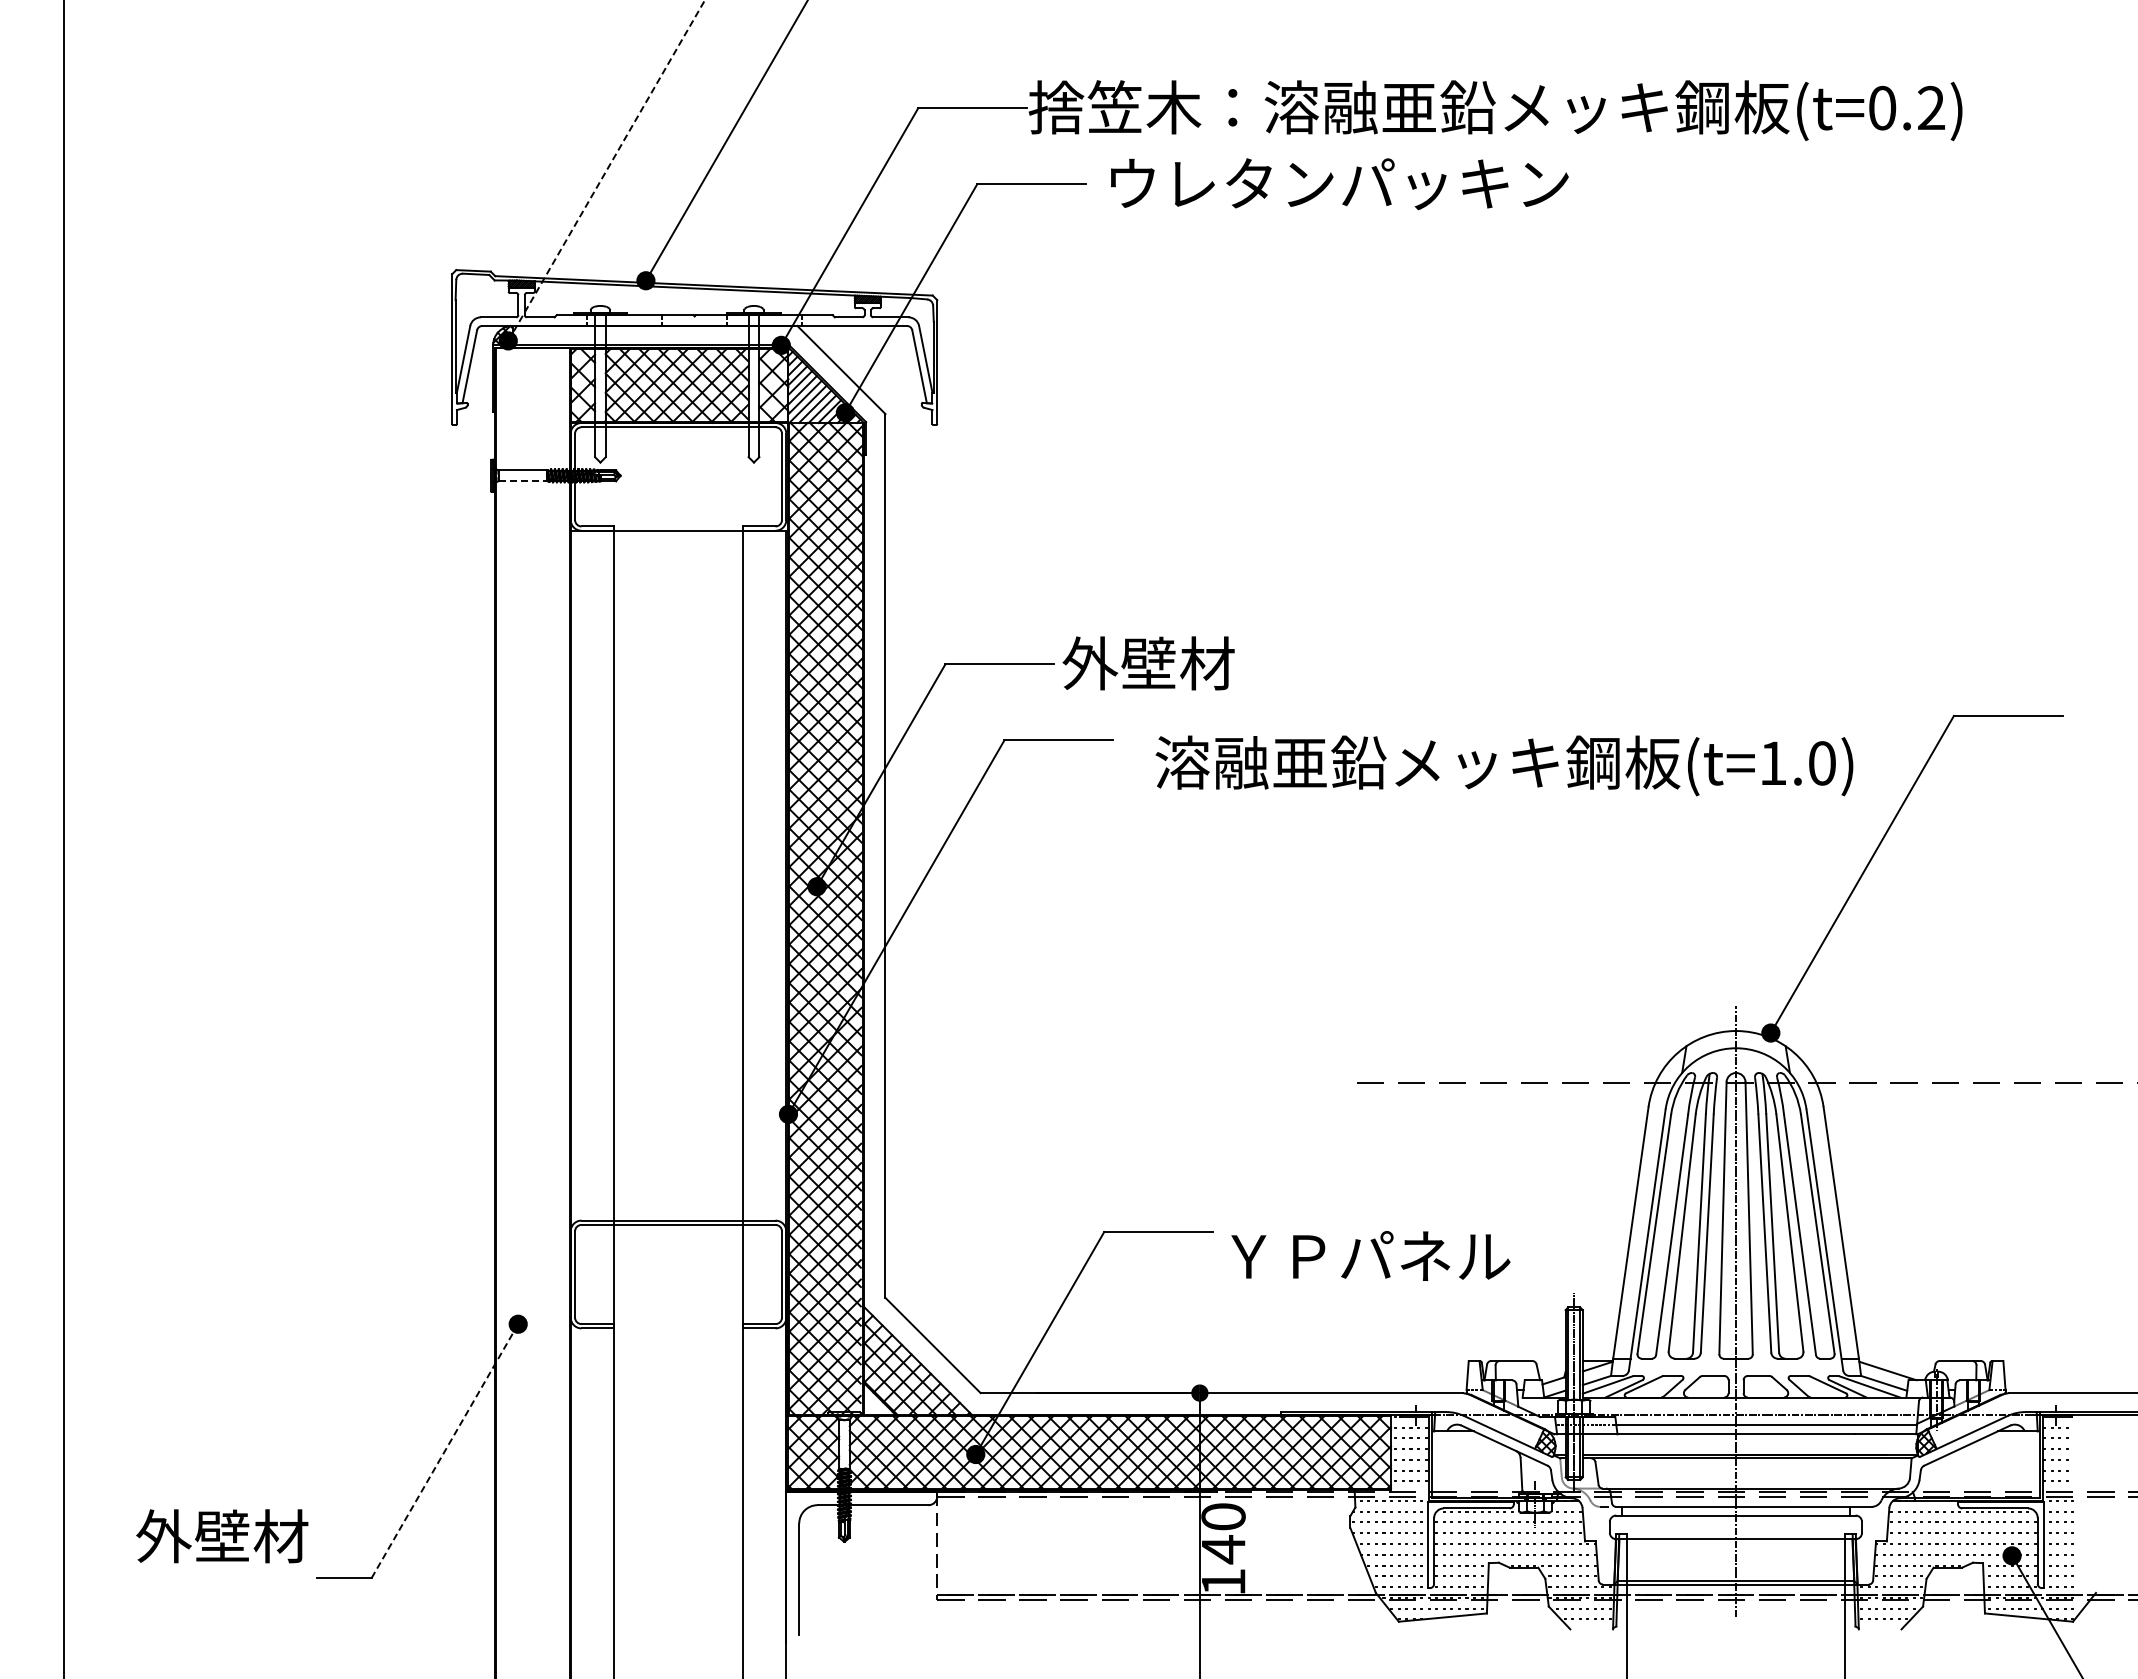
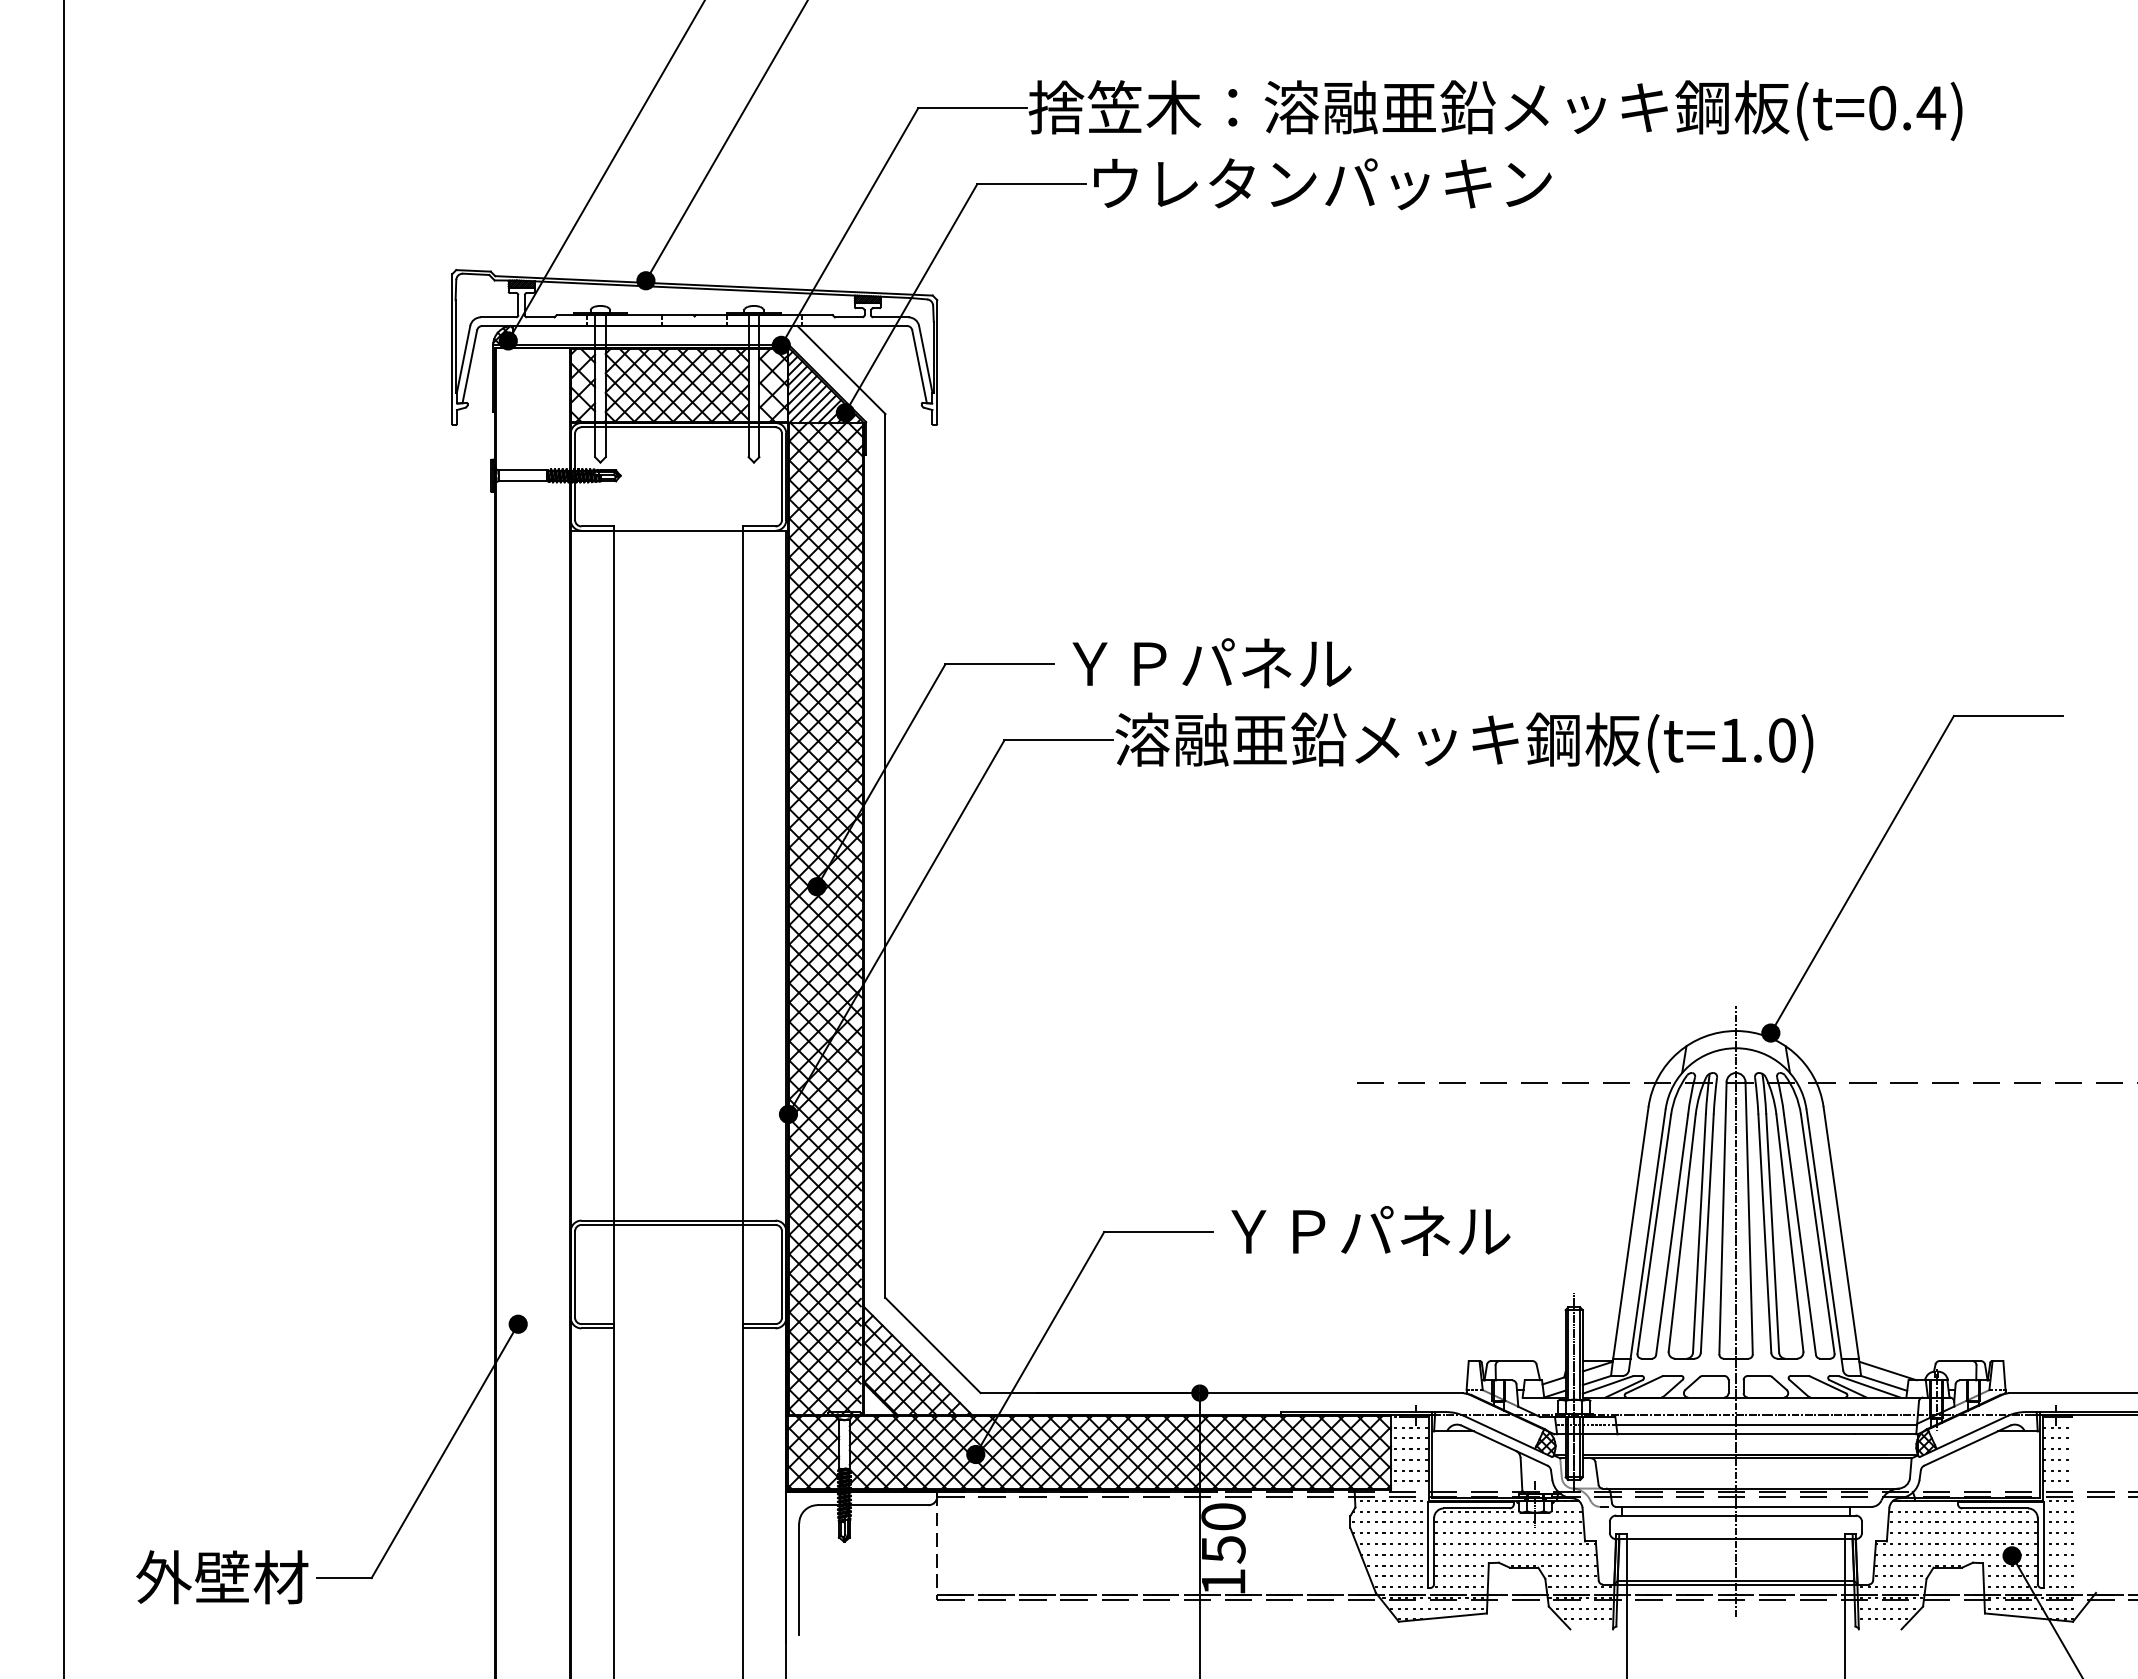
text at (1931, 107): (t=0.2) -> (t=0.4)
line at (606, 170): dashed -> solid
text at (1339, 184) position: (1339, 184) -> (1322, 184)
line at (523, 481): dashed -> solid
text at (1206, 663): 外壁材 -> ＹＰパネル
text at (1504, 765) position: (1504, 765) -> (1464, 742)
text at (1370, 1255) position: (1370, 1255) -> (1370, 1230)
line at (444, 1451): dashed -> solid
text at (222, 1536) position: (222, 1536) -> (222, 1577)
text at (1223, 1549): 140 -> 150
